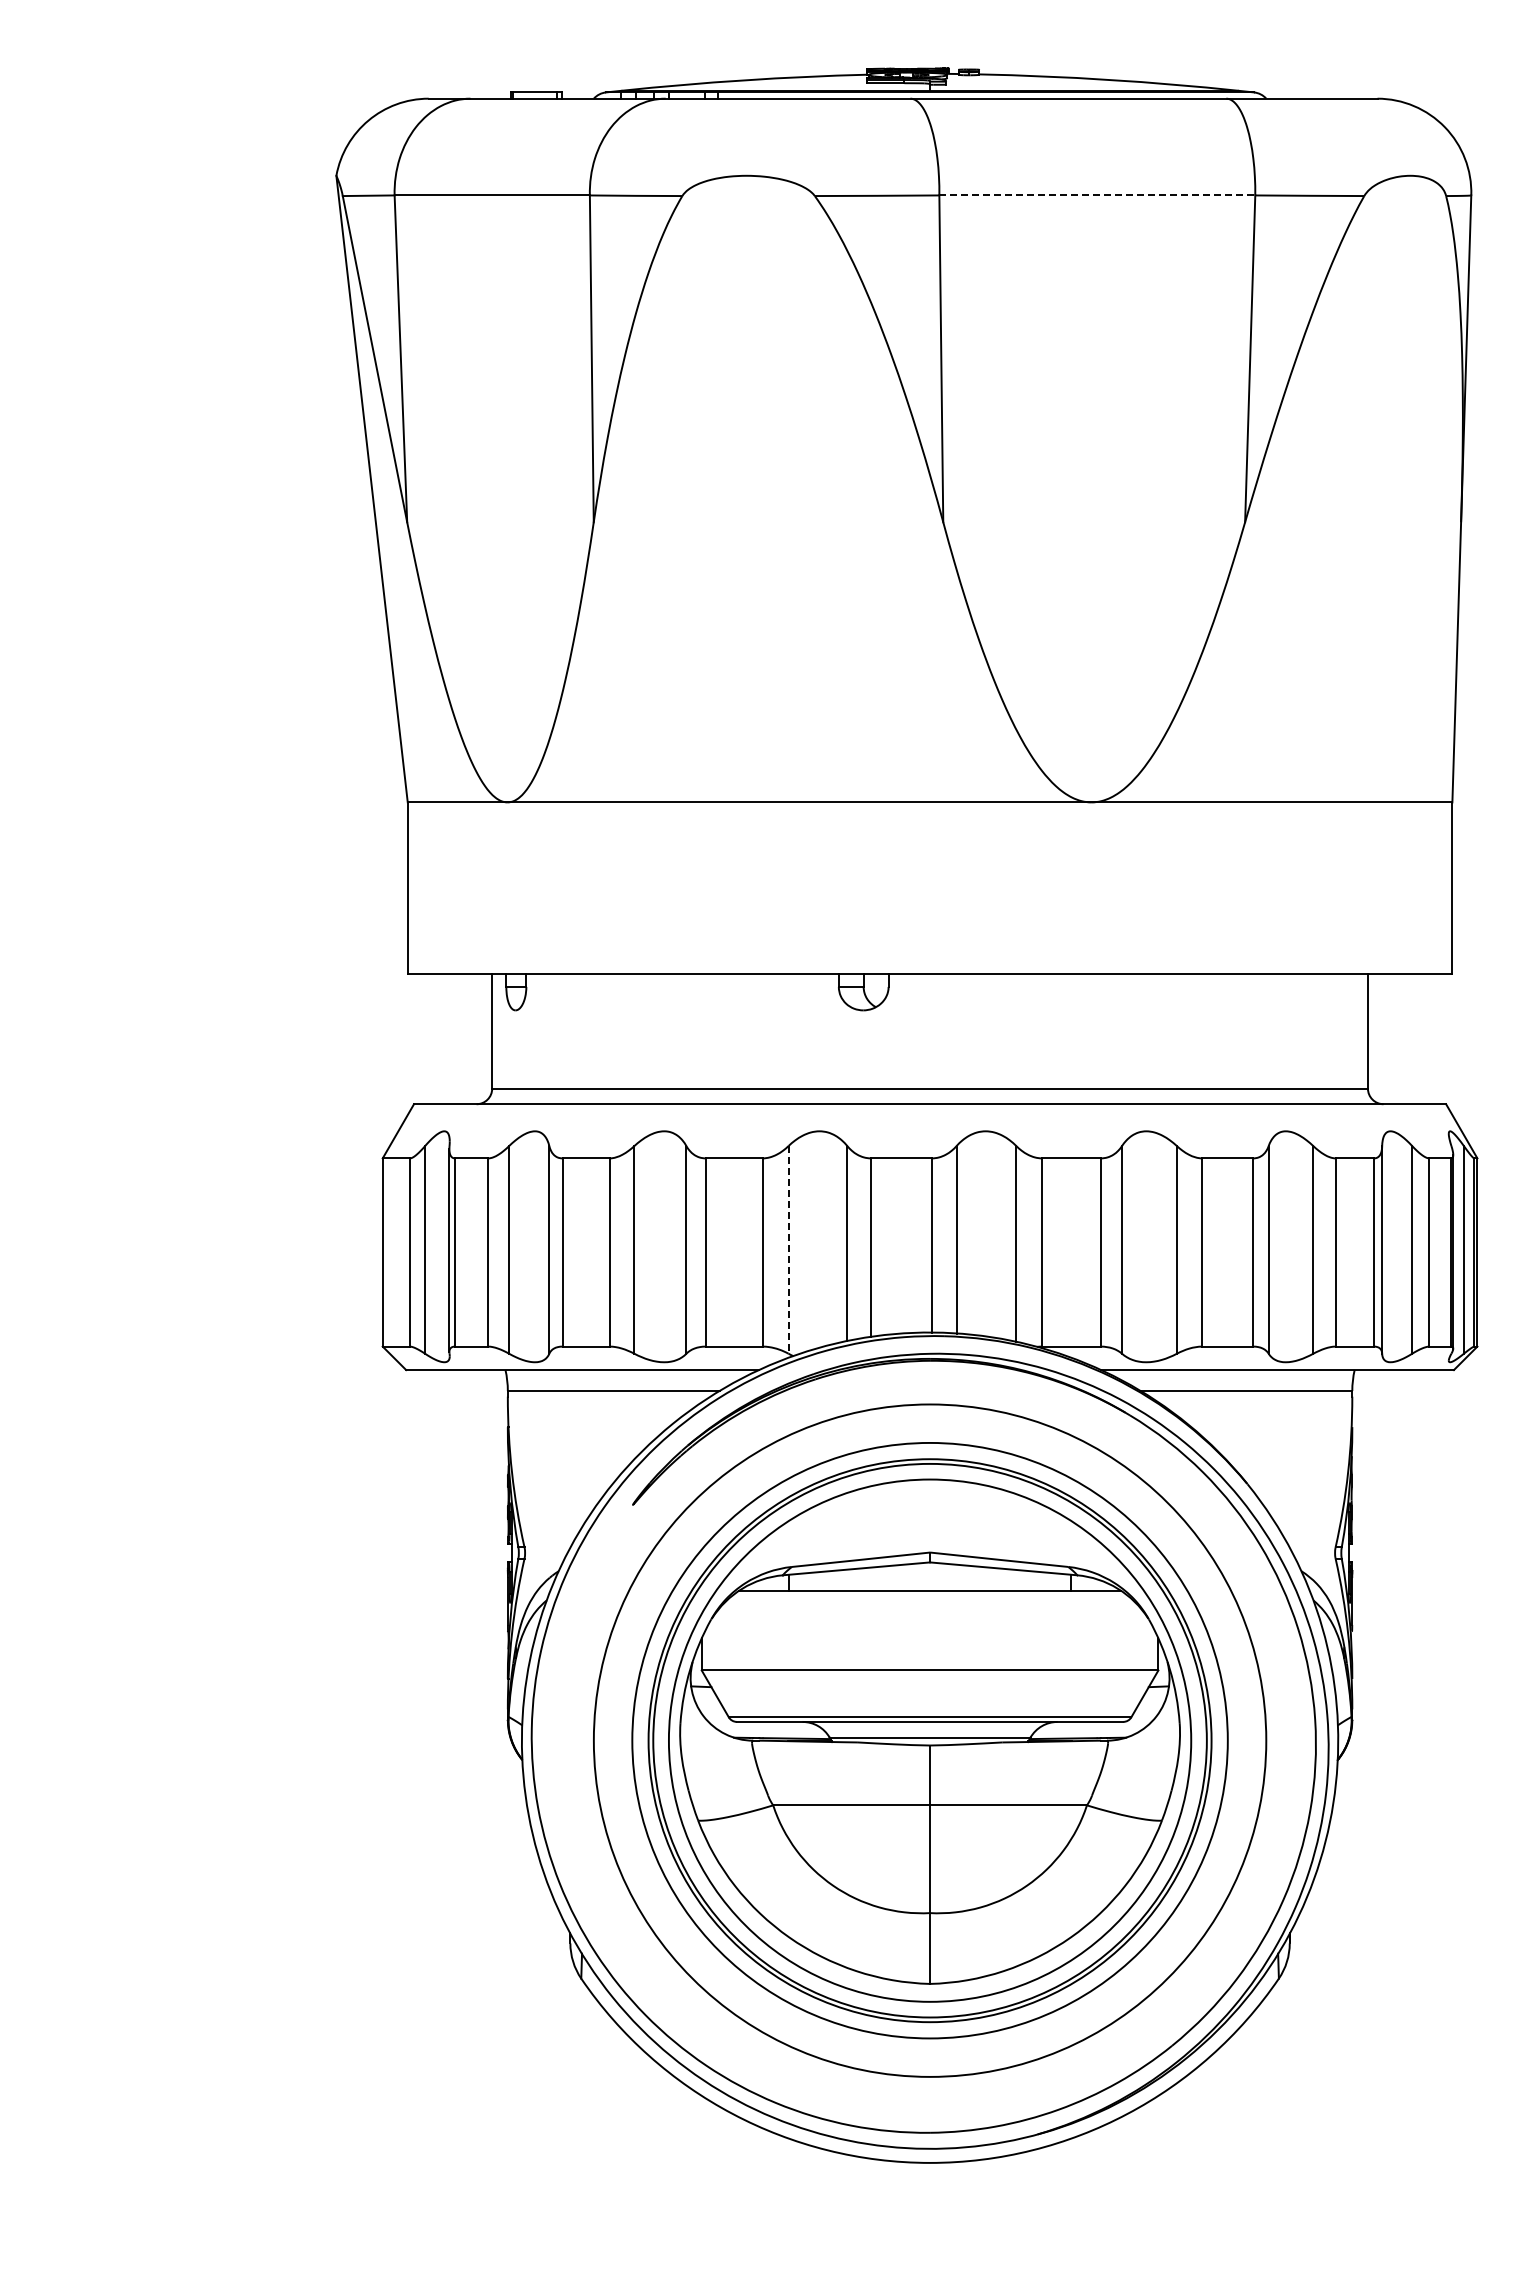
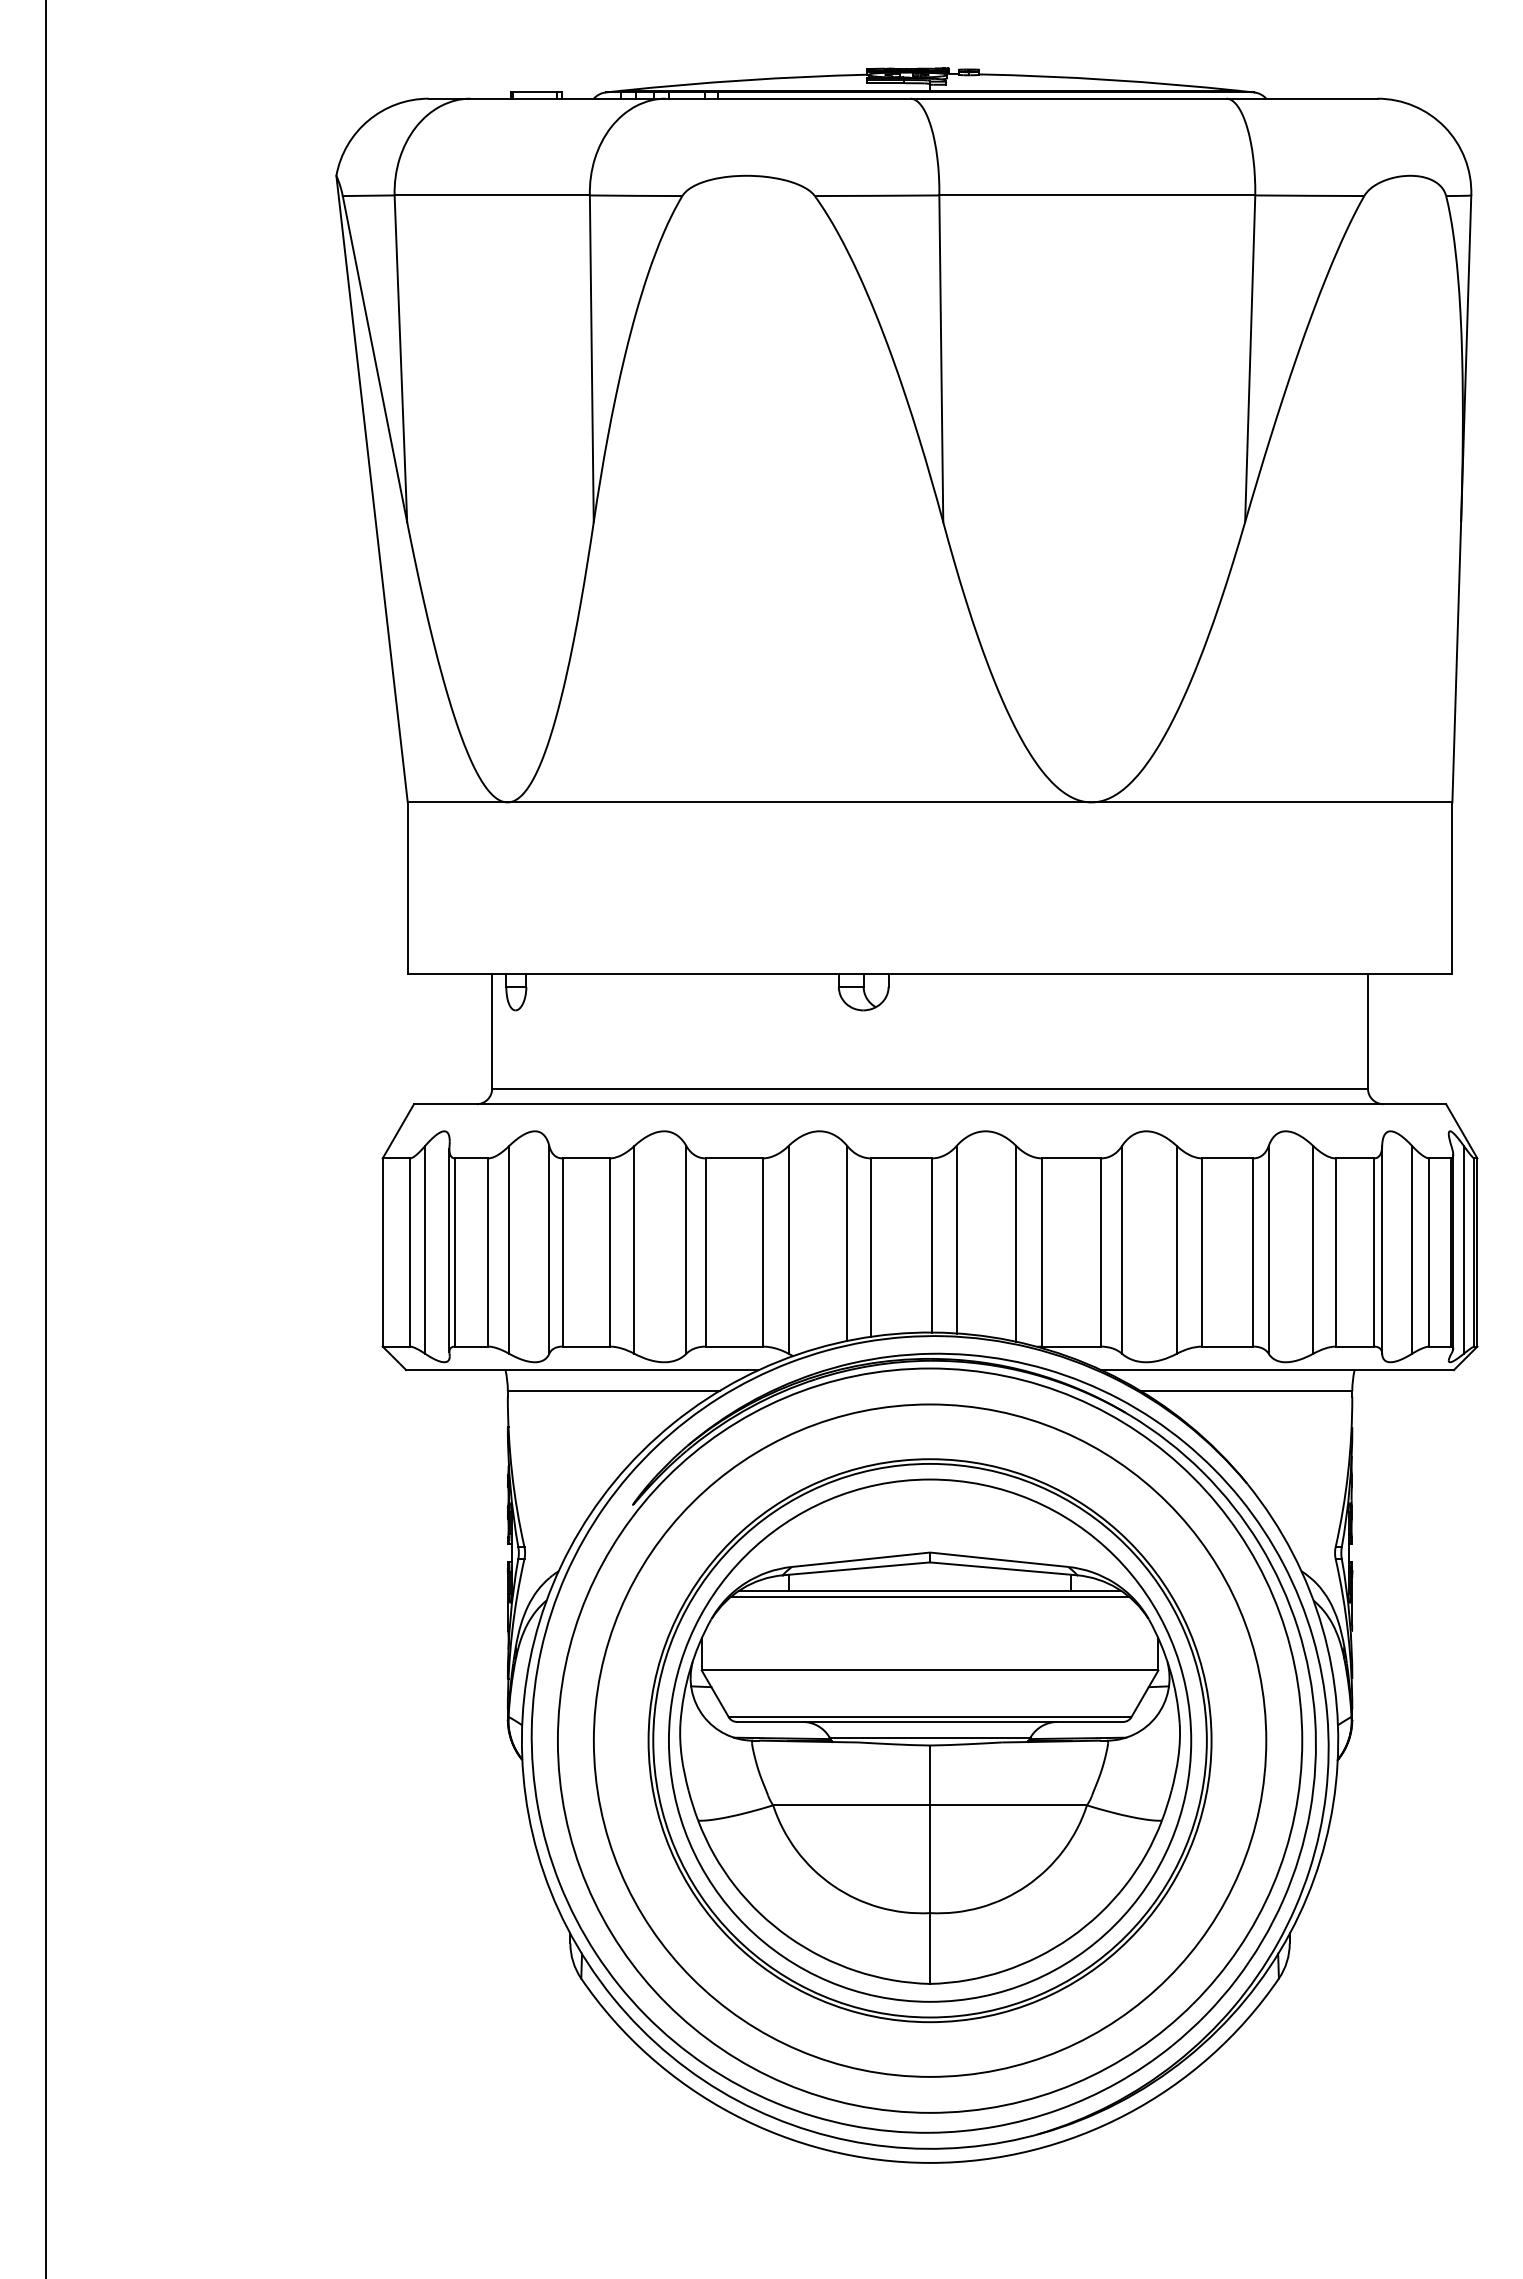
line at (1097, 195): dashed -> solid
line at (45, 1138): none -> present
line at (788, 1249): dashed -> solid
line at (930, 1596): none -> present
circle at (929, 1740) diameter: 595 px -> 744 px
